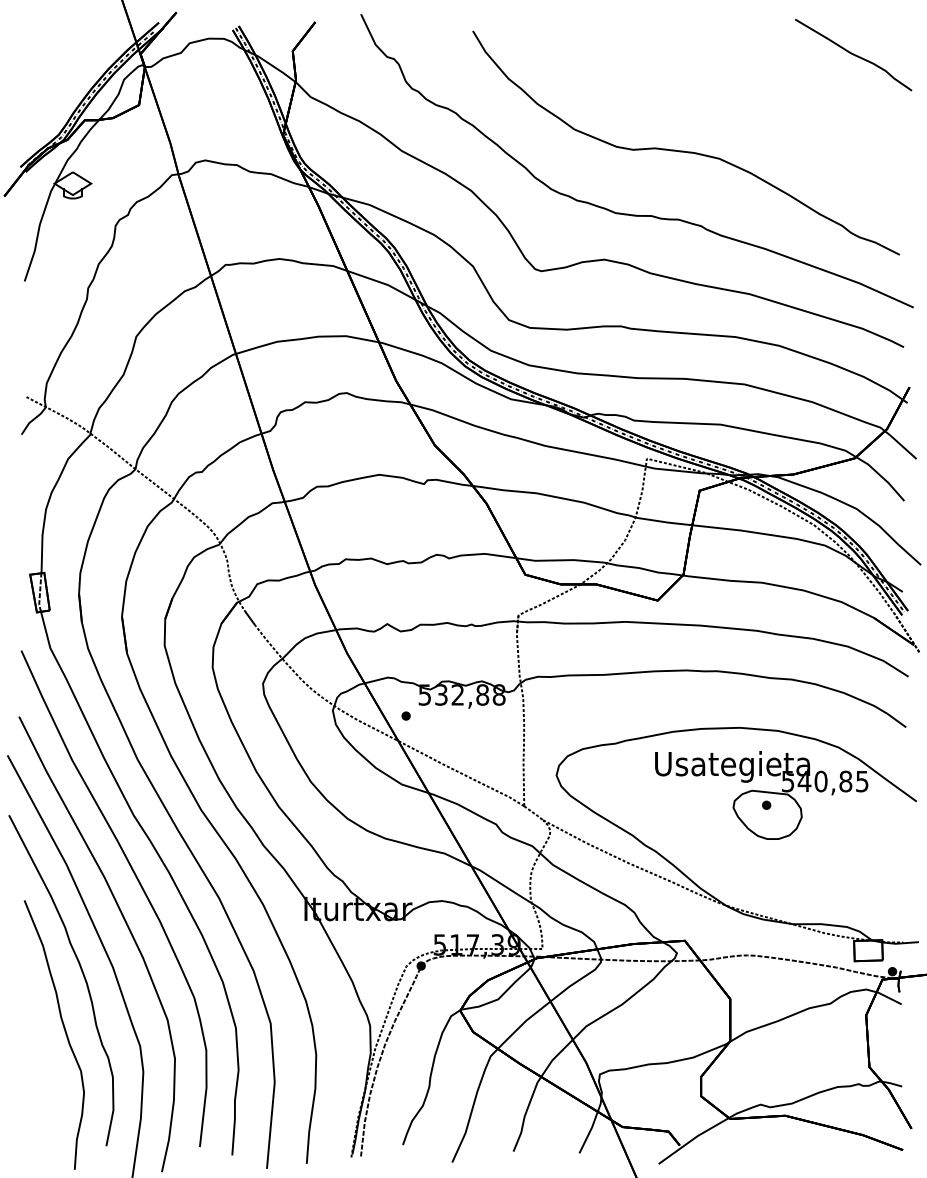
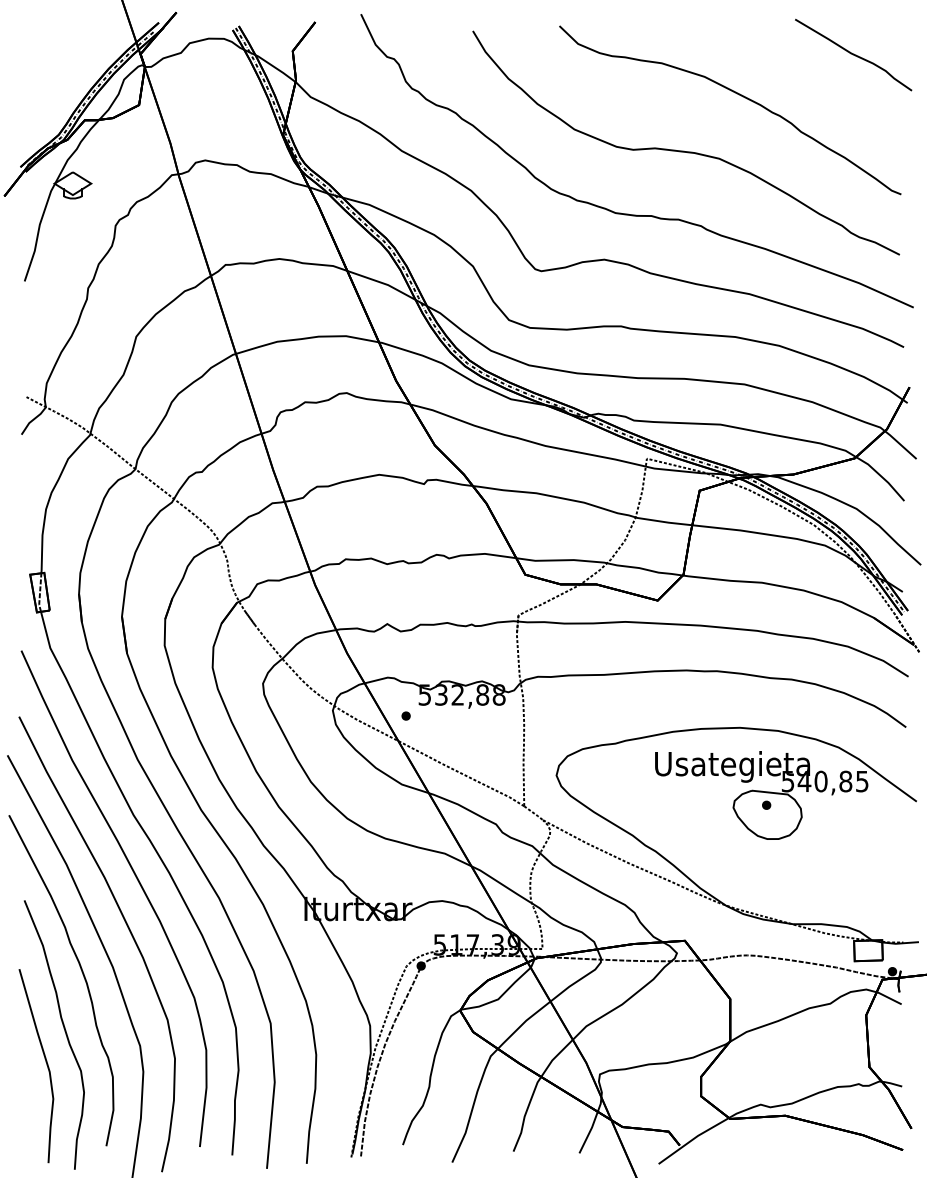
curve at (737, 94): none -> present
curve at (45, 1062): none -> present
